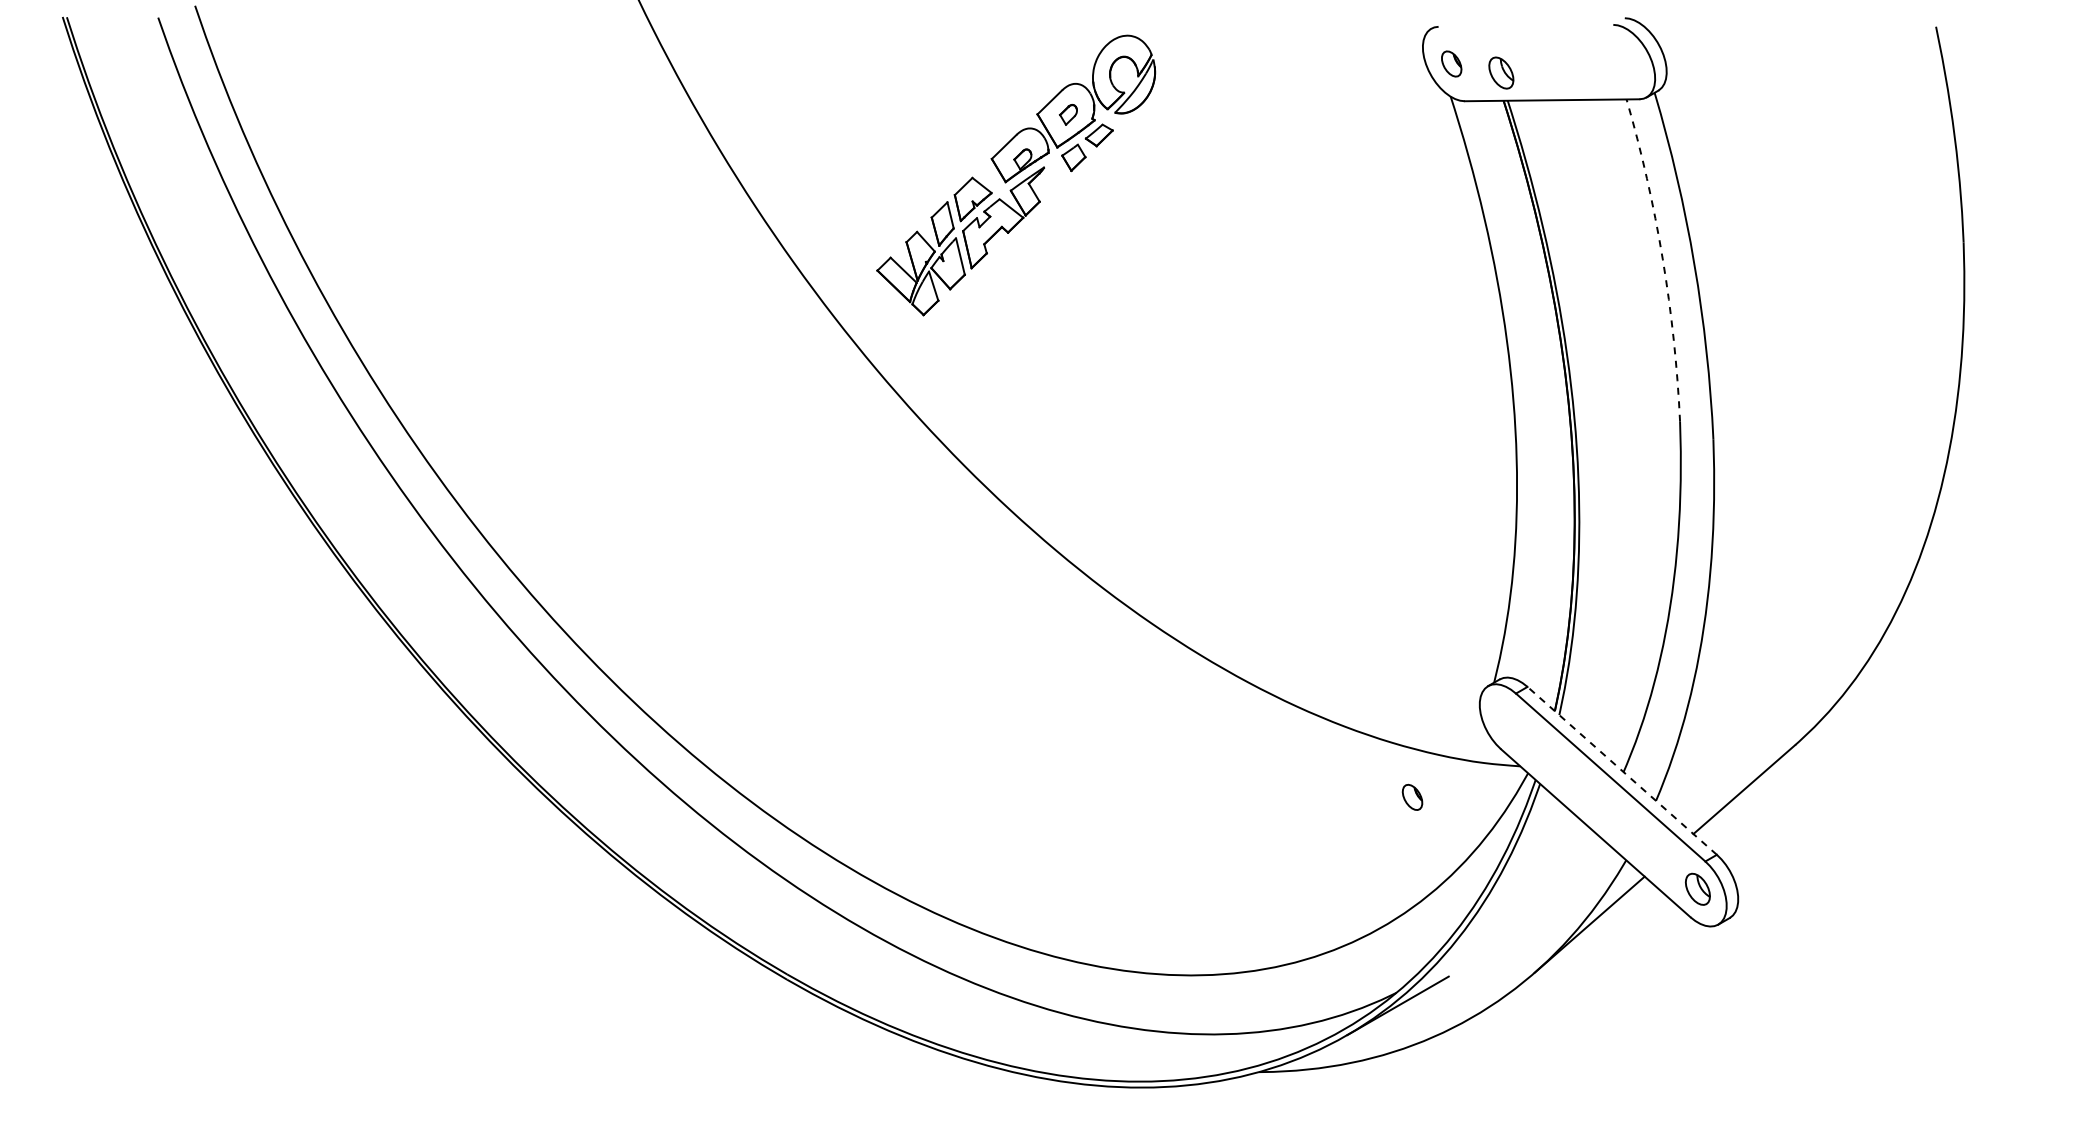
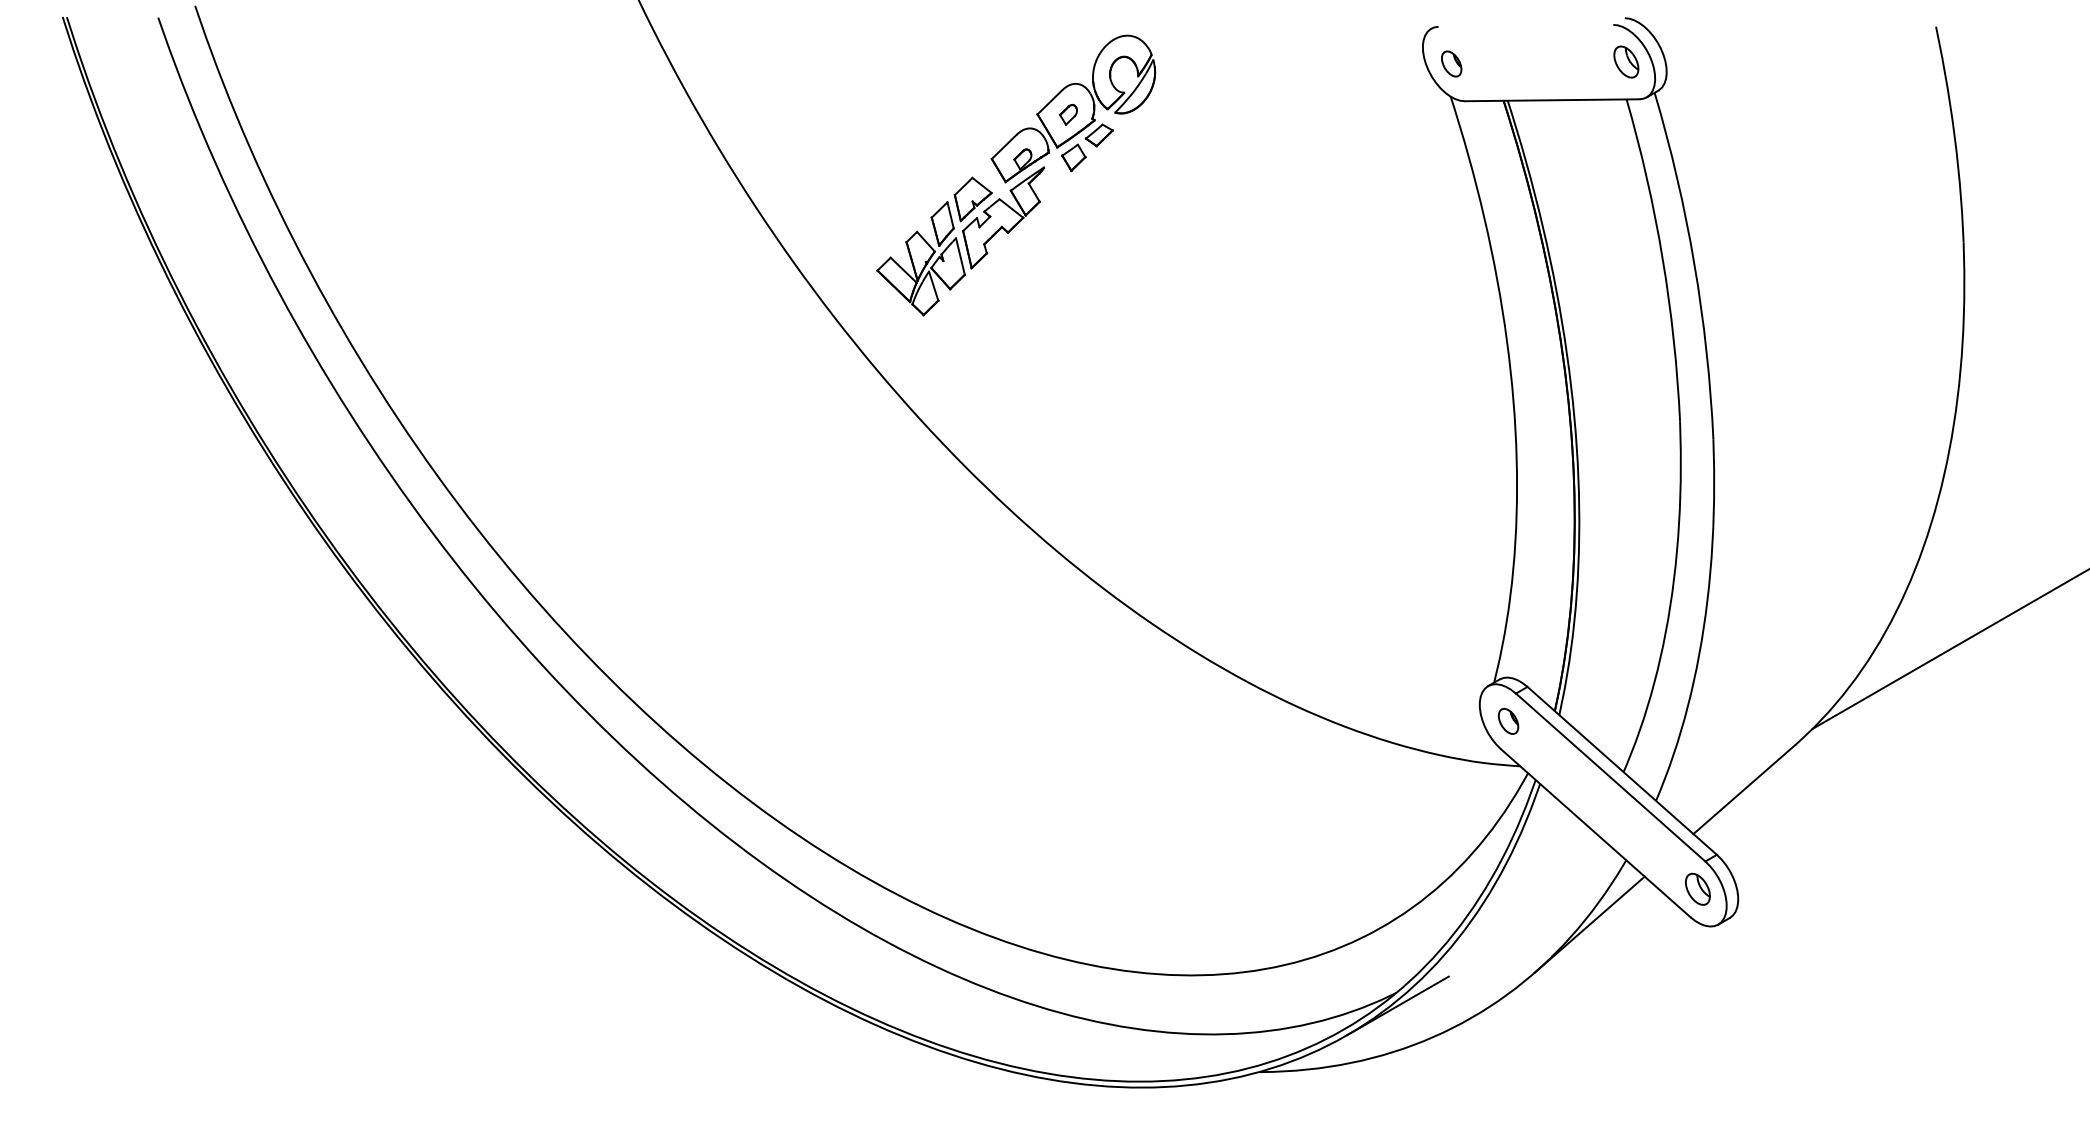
part at (1501, 72) position: (1501, 72) -> (1626, 61)
arc at (1662, 259): dashed -> solid
line at (1949, 649): none -> present
line at (1622, 770): dashed -> solid
part at (1412, 796) position: (1412, 796) -> (1508, 720)
